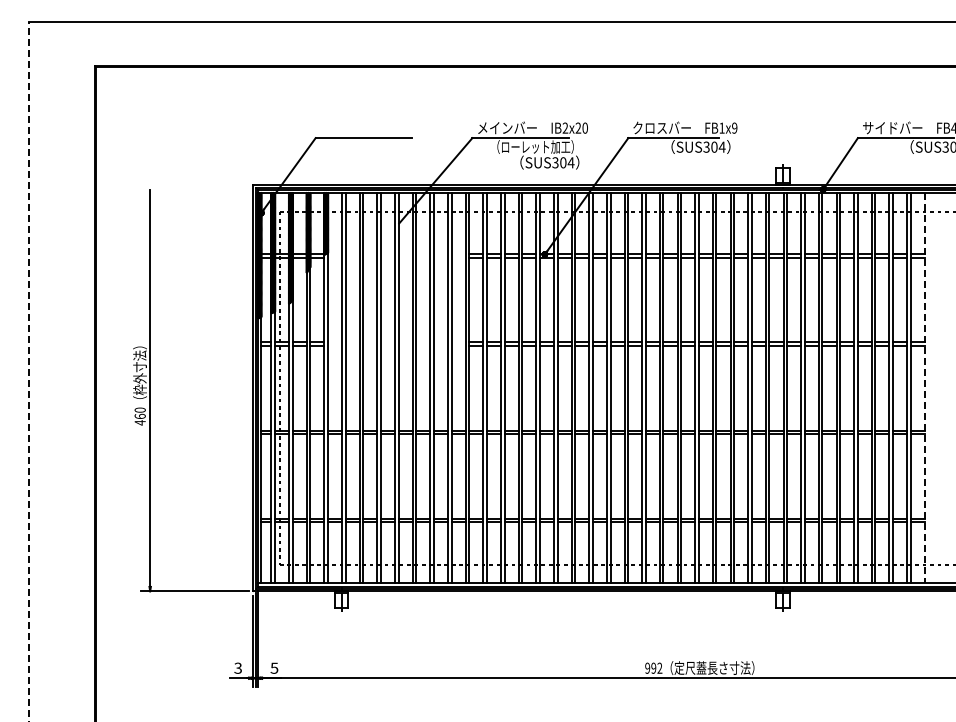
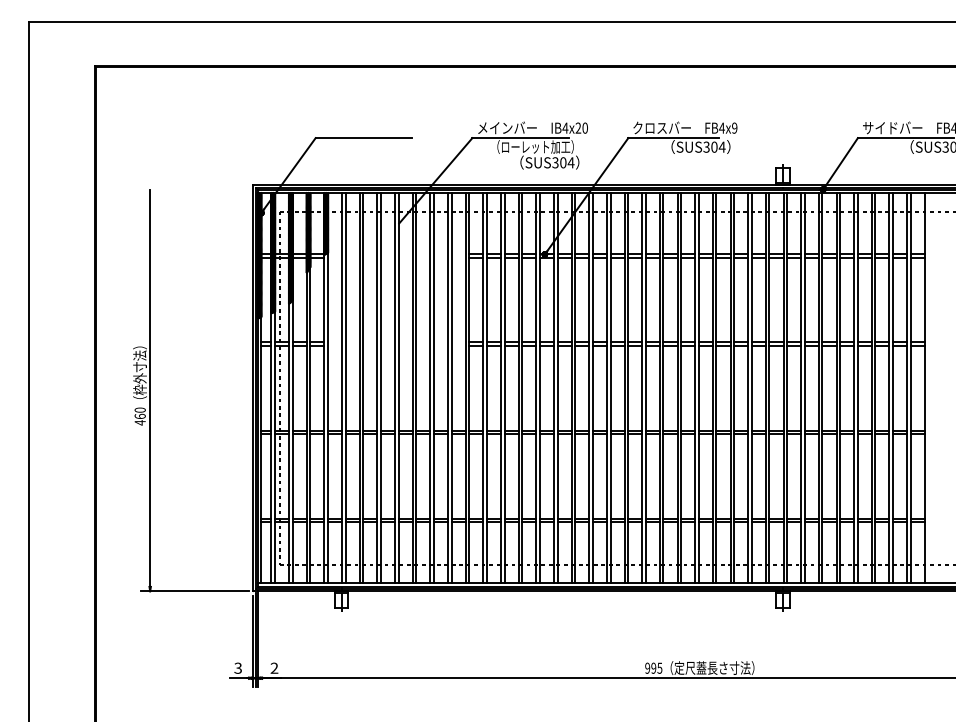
text at (565, 127): IB2x20 -> IB4x20
text at (721, 127): FB1x9 -> FB4x9
line at (28, 371): dashed -> solid
line at (924, 388): dashed -> solid
text at (274, 667): 5 -> 2
text at (659, 667): 992 -> 995
